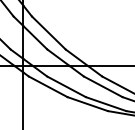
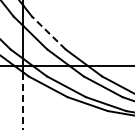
line at (48, 33): solid -> dashed
line at (23, 101): solid -> dashed
